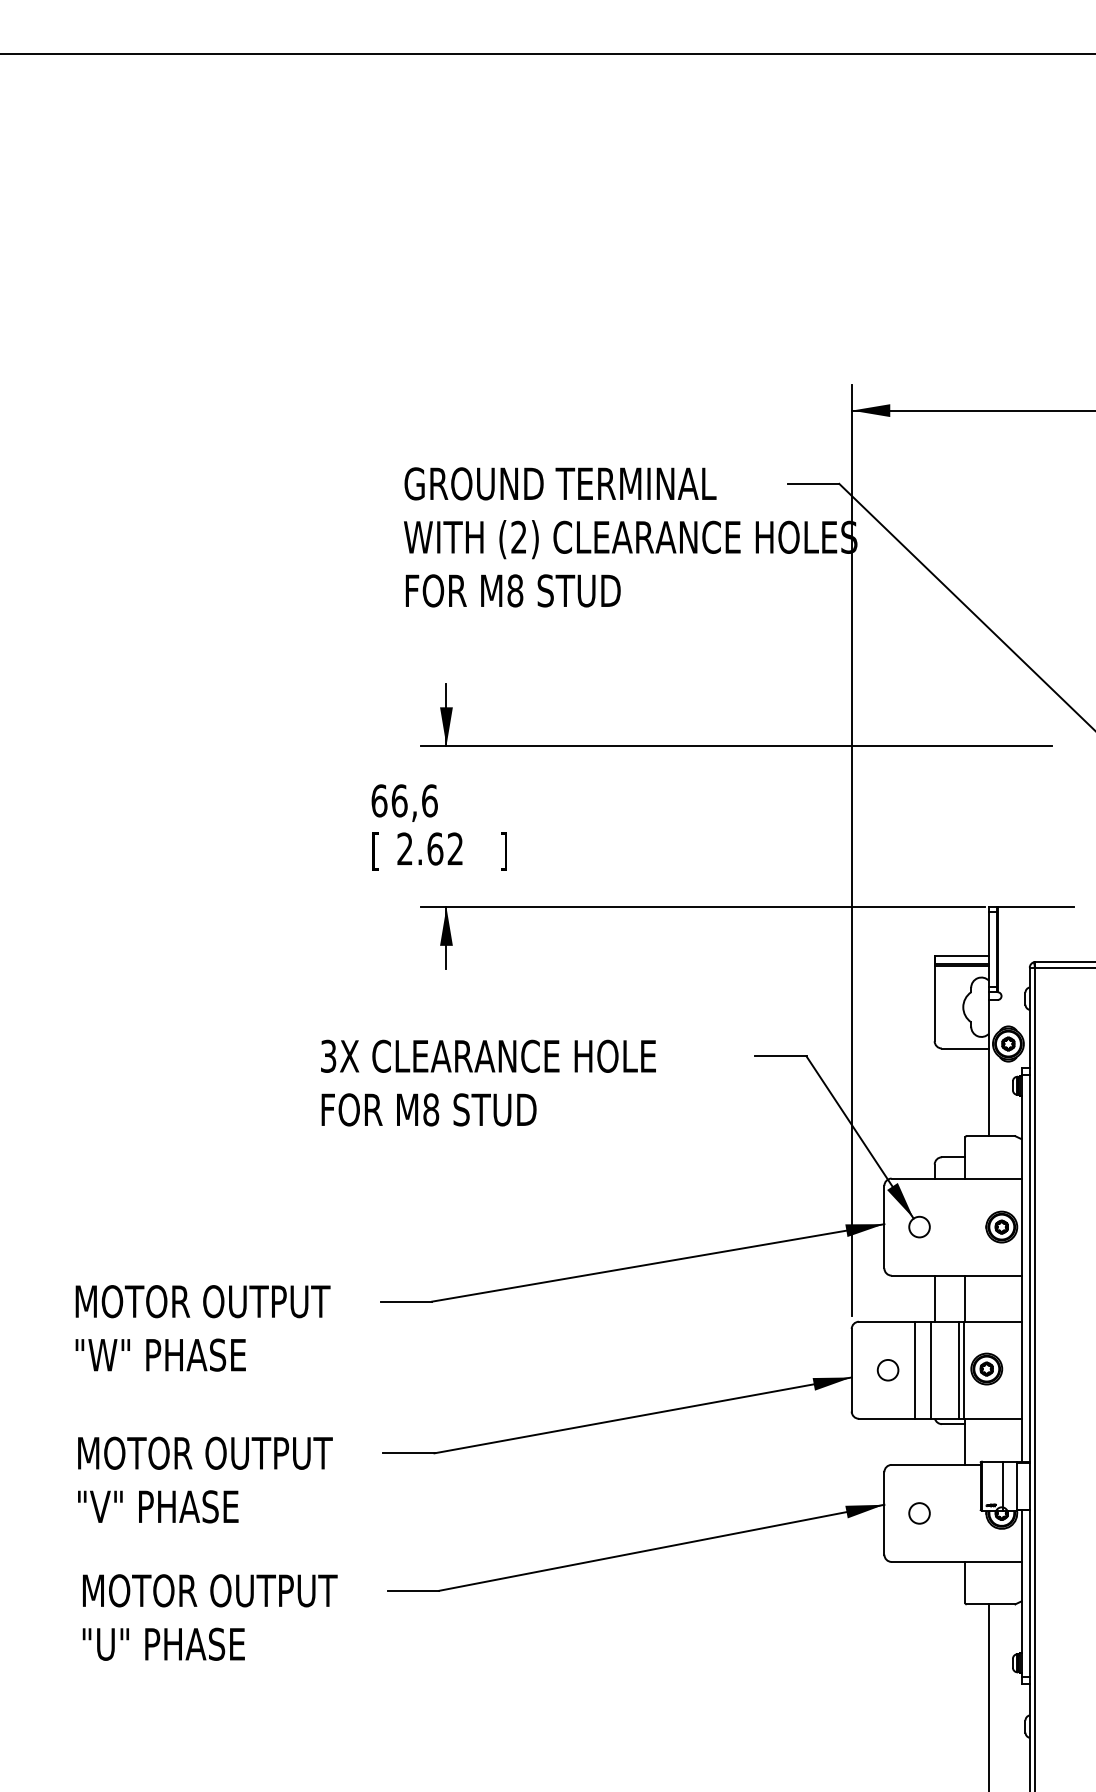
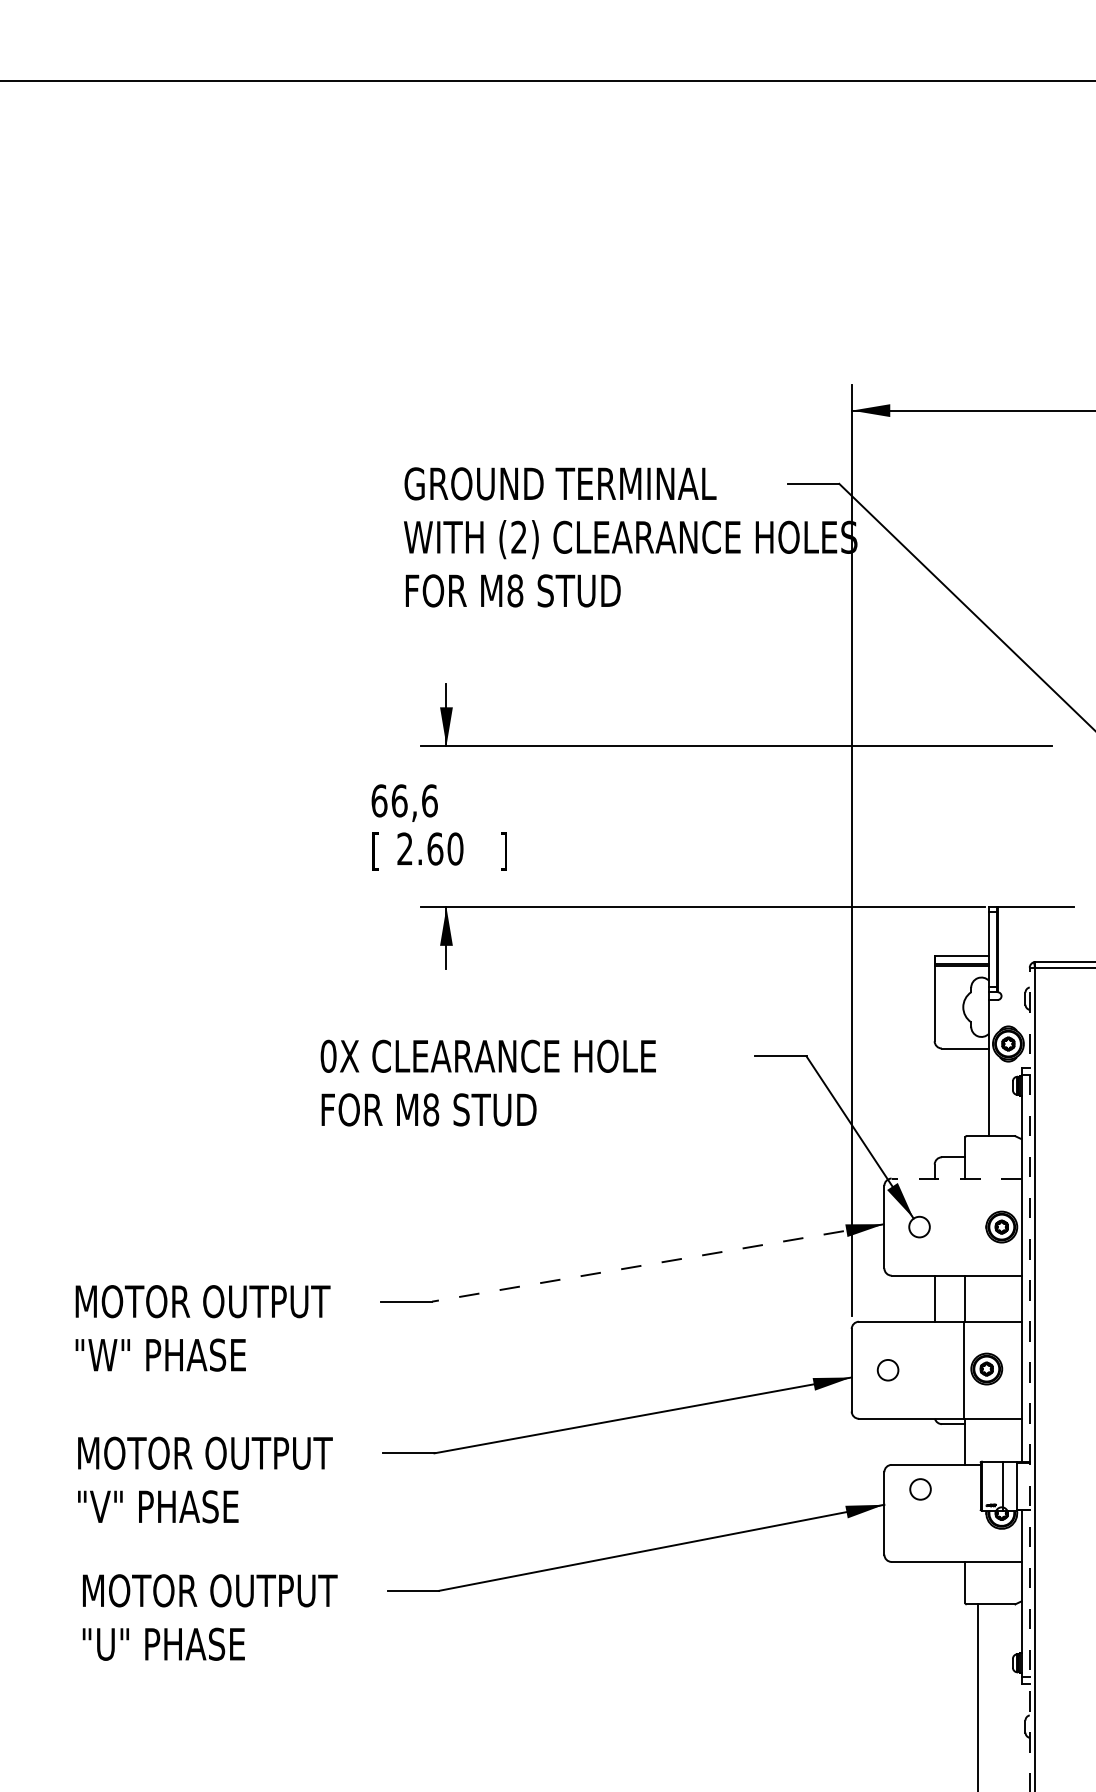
line at (547, 53) position: (547, 53) -> (547, 80)
text at (455, 848): 2.62 -> 2.60
text at (328, 1055): 3X -> 0X
line at (956, 1178): solid -> dashed
line at (657, 1263): solid -> dashed
line at (914, 1369): present -> none
line at (930, 1369): present -> none
line at (958, 1369): present -> none
line at (1029, 1379): solid -> dashed
circle at (919, 1513) position: (919, 1513) -> (920, 1489)
line at (989, 1696) position: (989, 1696) -> (978, 1696)
